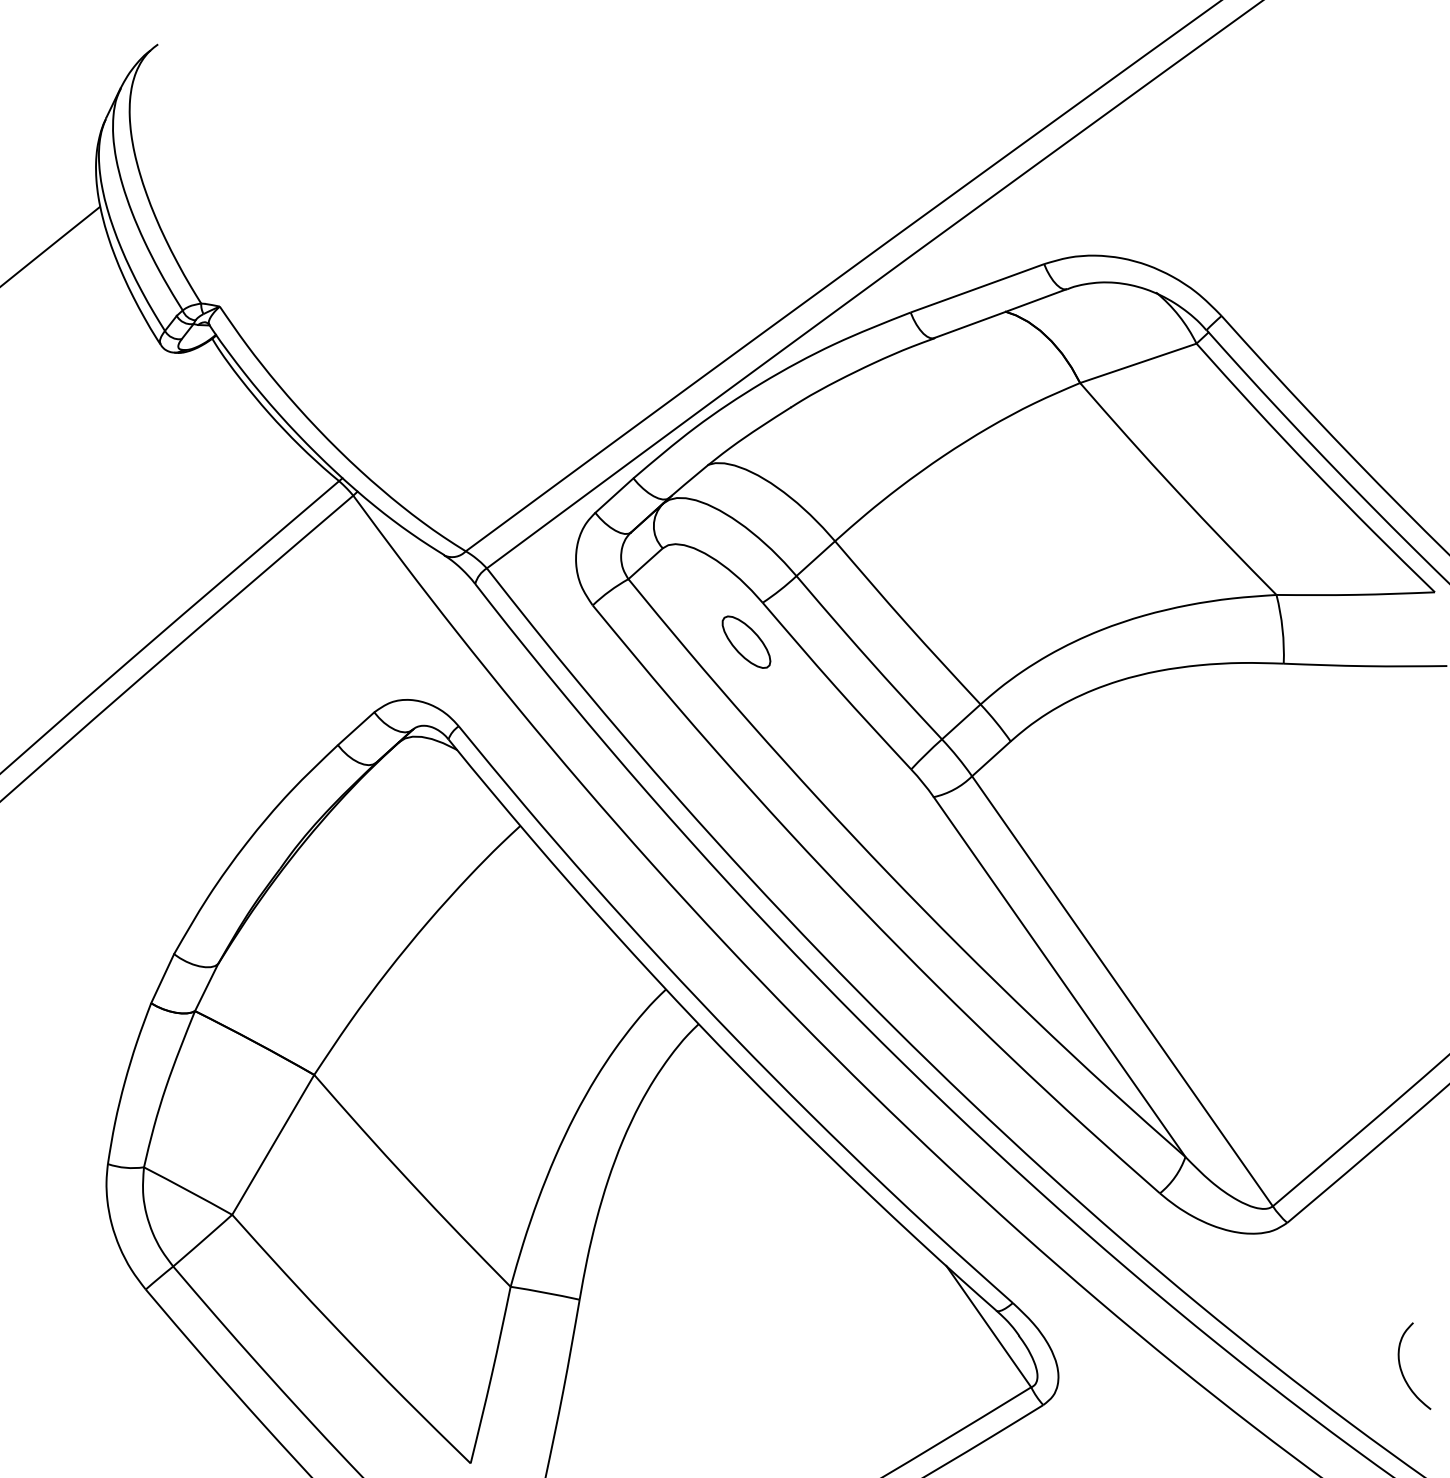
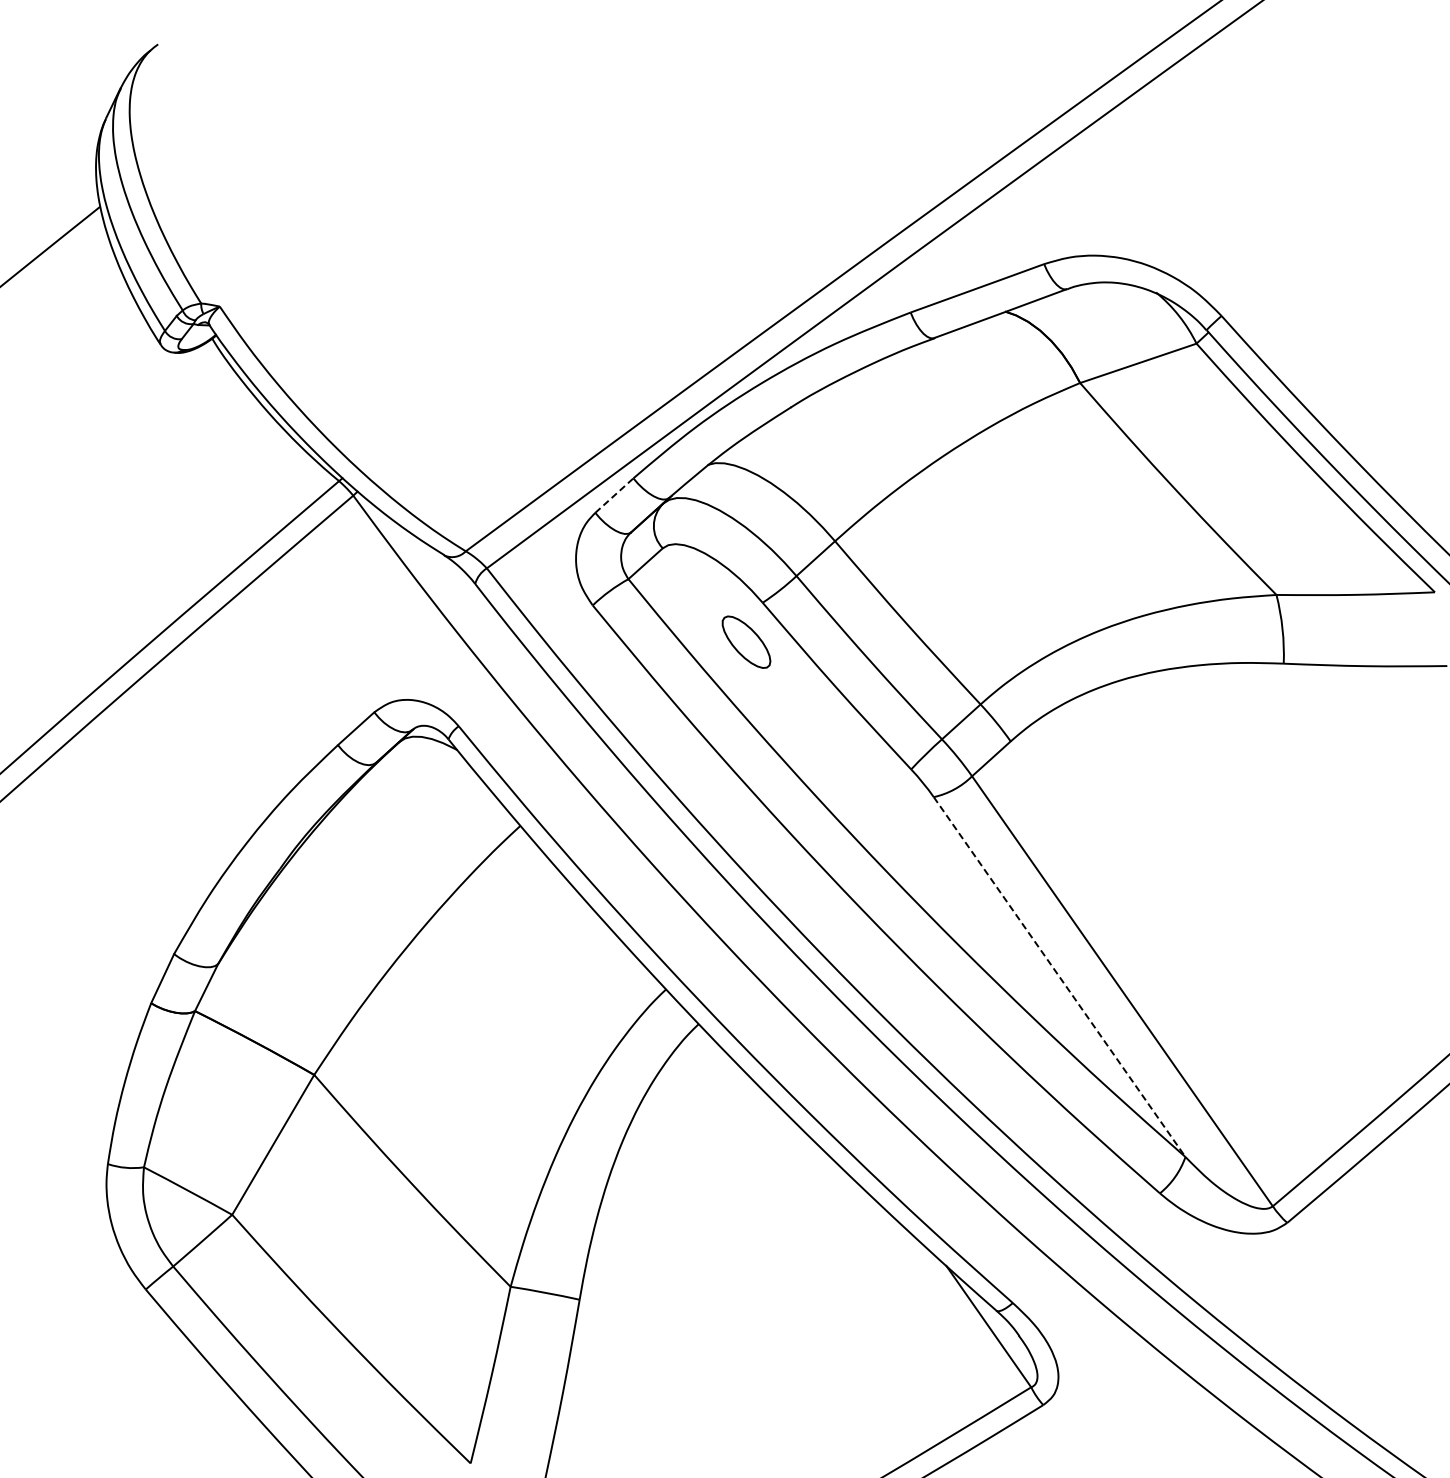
line at (614, 495): solid -> dashed
line at (1059, 977): solid -> dashed
curve at (1402, 1370): present -> none
